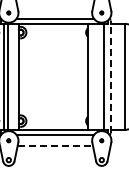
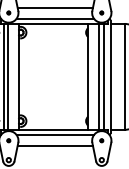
line at (54, 8): none -> present
line at (99, 76): none -> present
line at (110, 76): dashed -> solid
line at (55, 145): dashed -> solid
